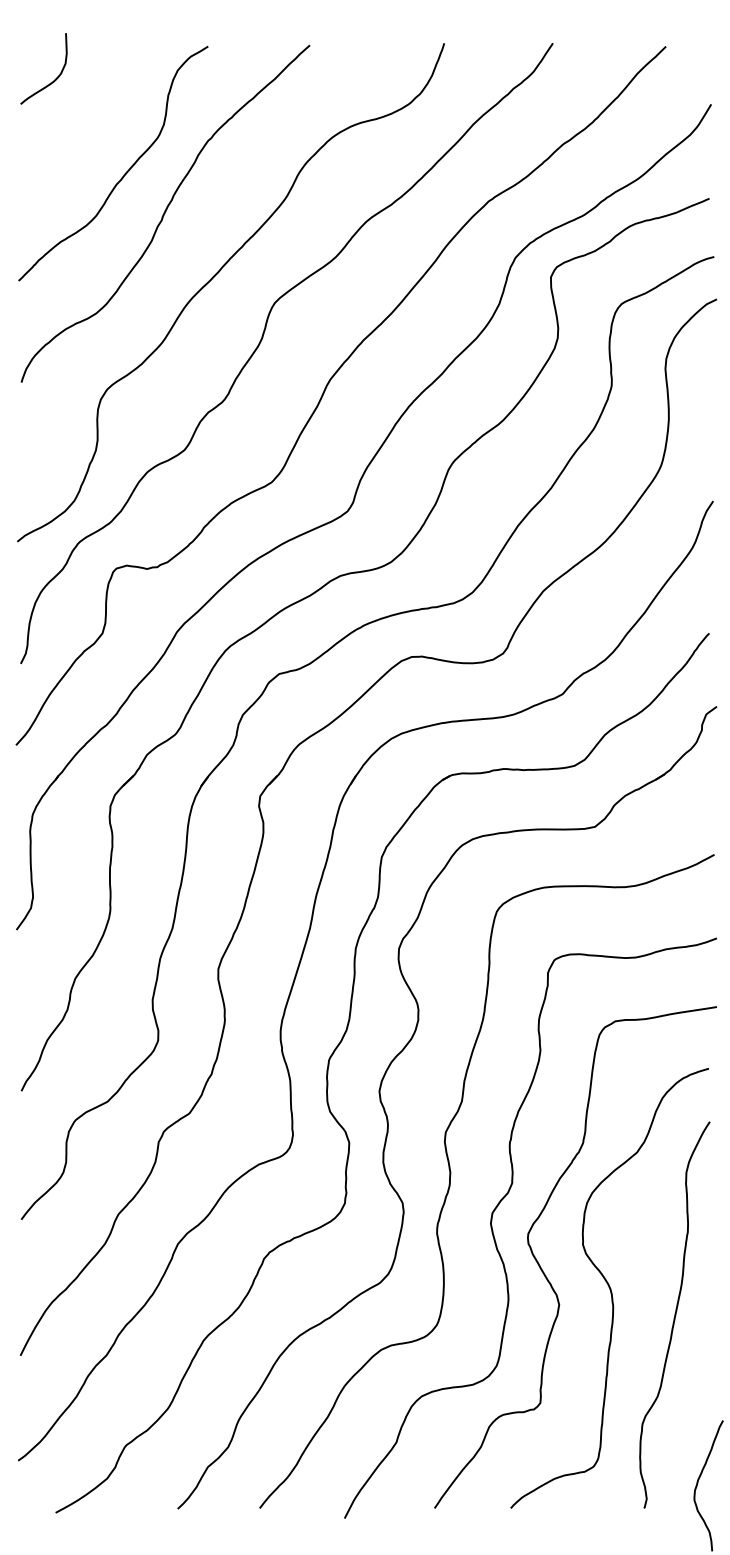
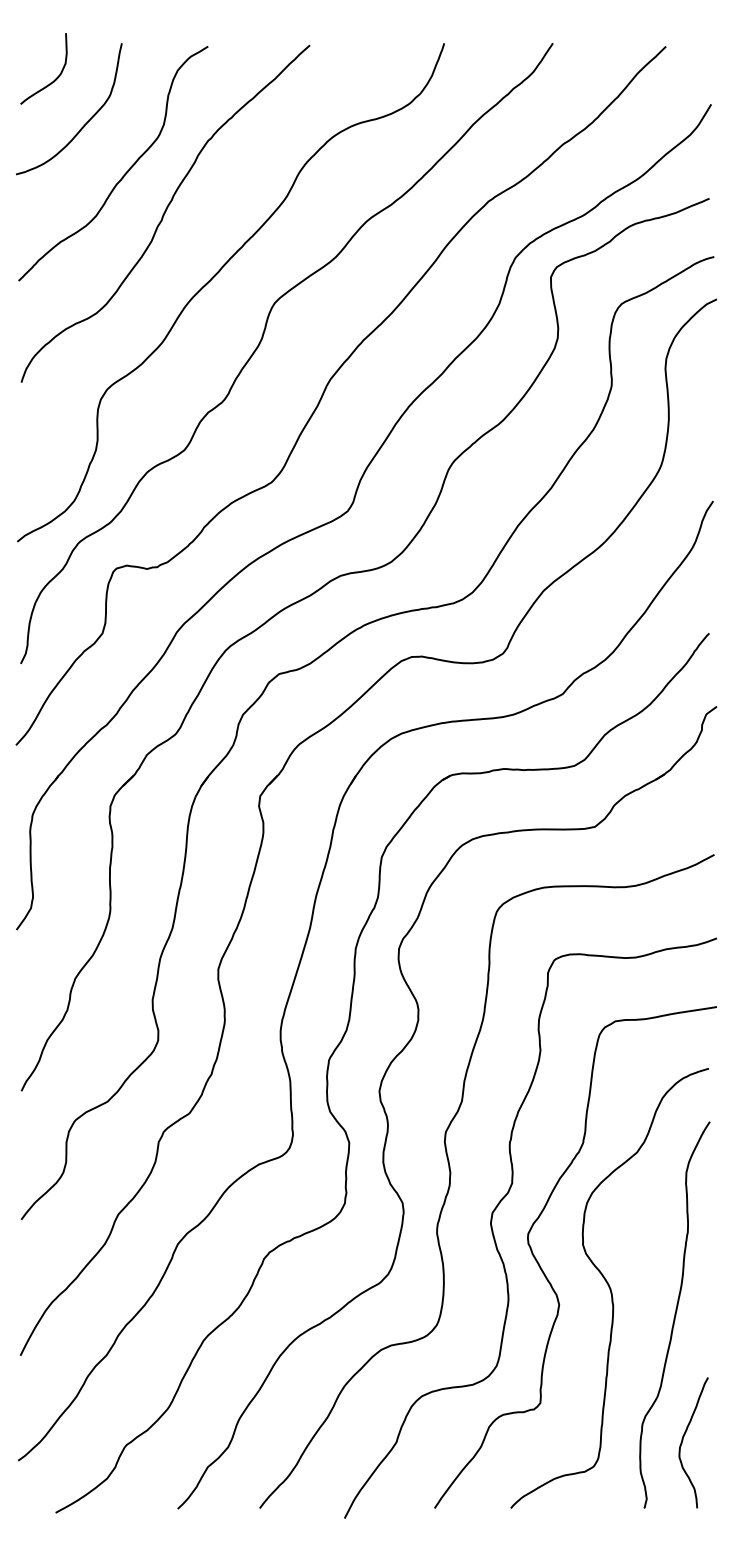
curve at (84, 124): none -> present
curve at (698, 1483) position: (698, 1483) -> (683, 1440)
